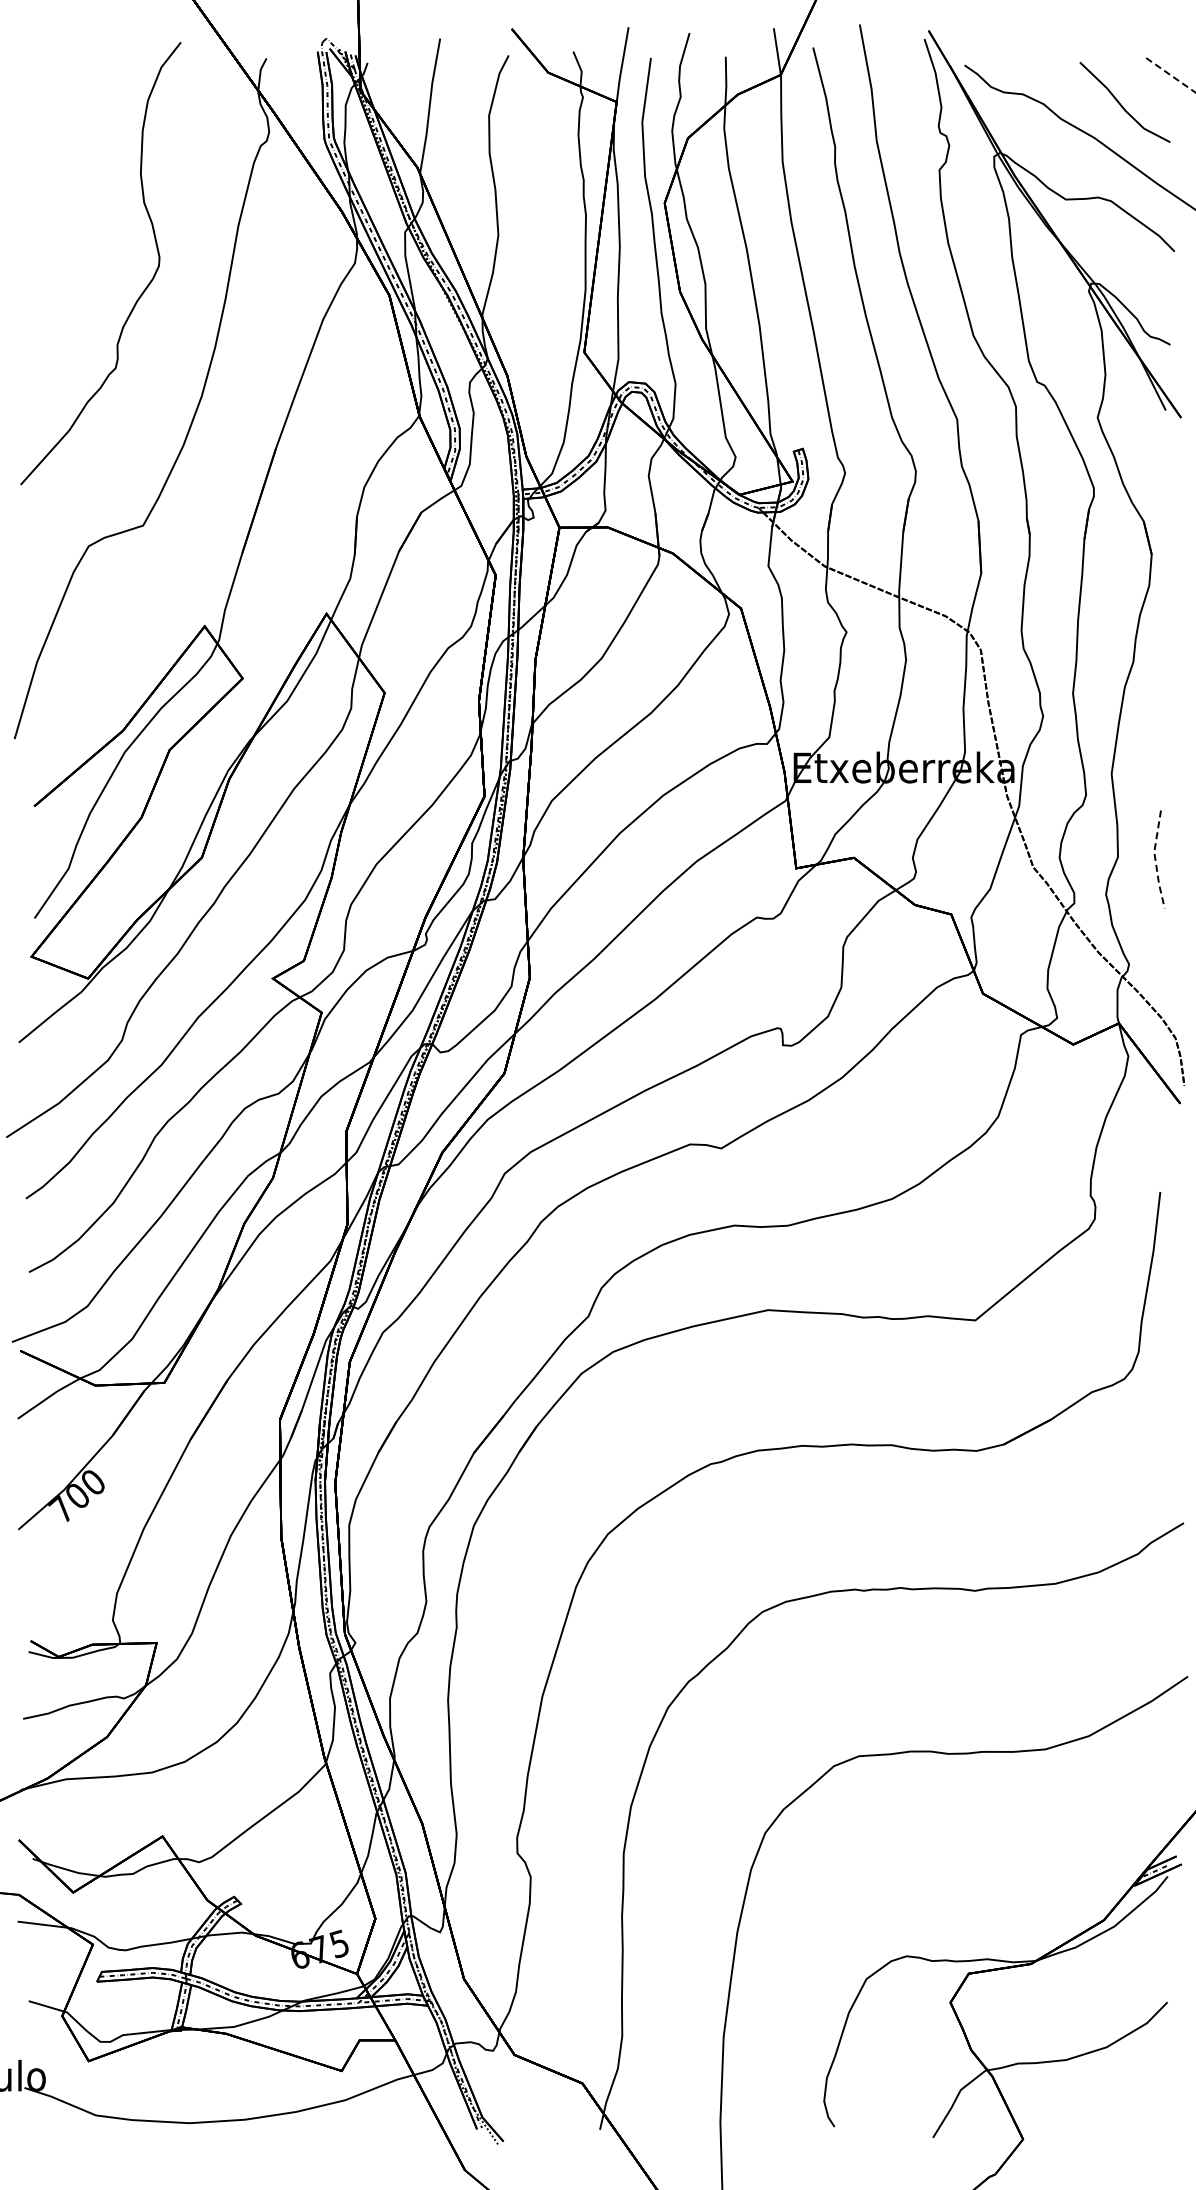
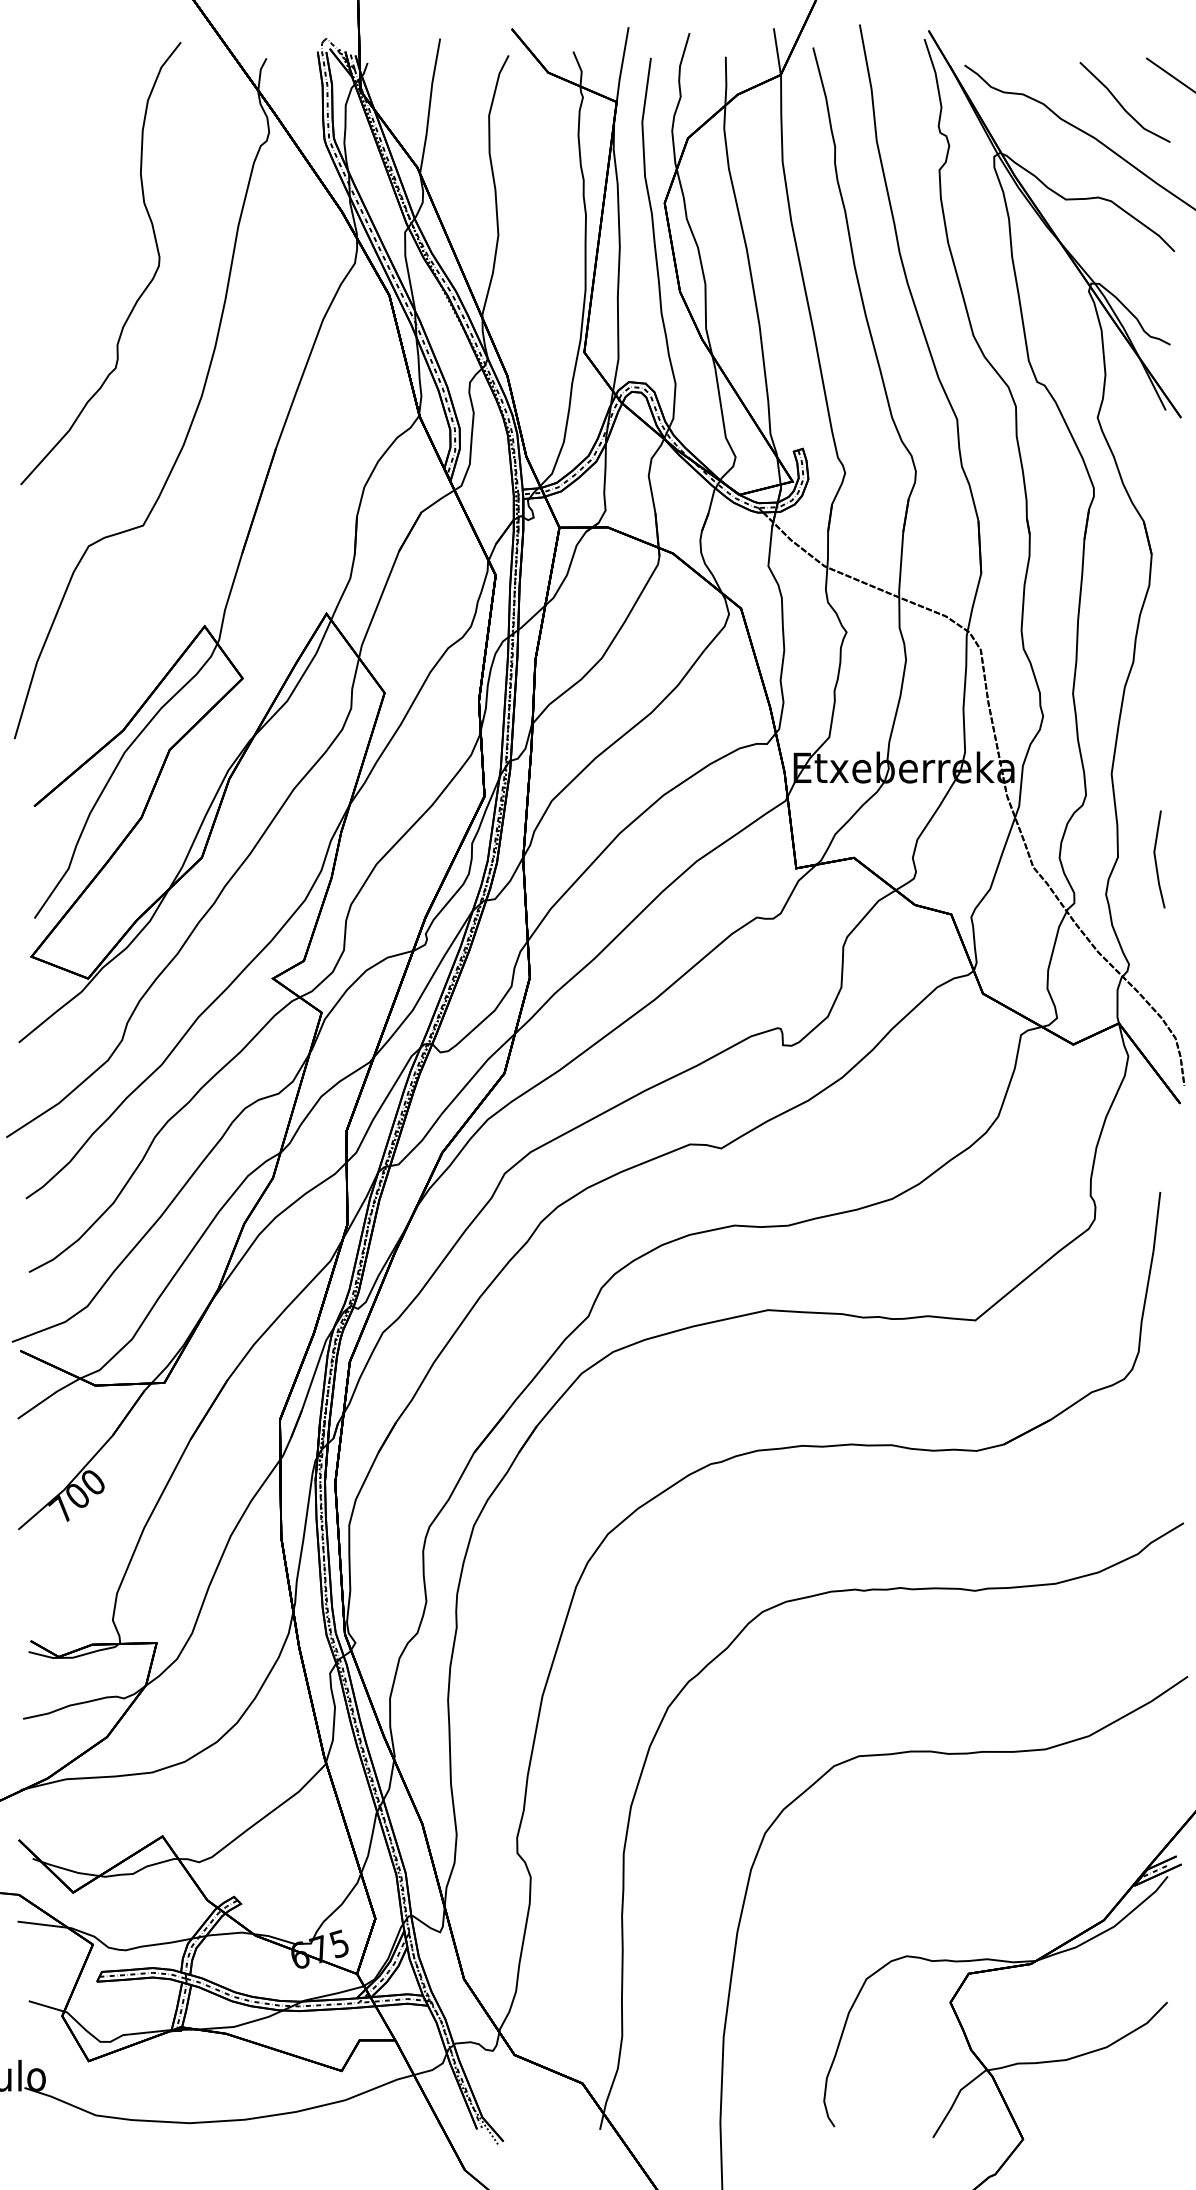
line at (1171, 75): dashed -> solid
line at (1155, 860): dashed -> solid
